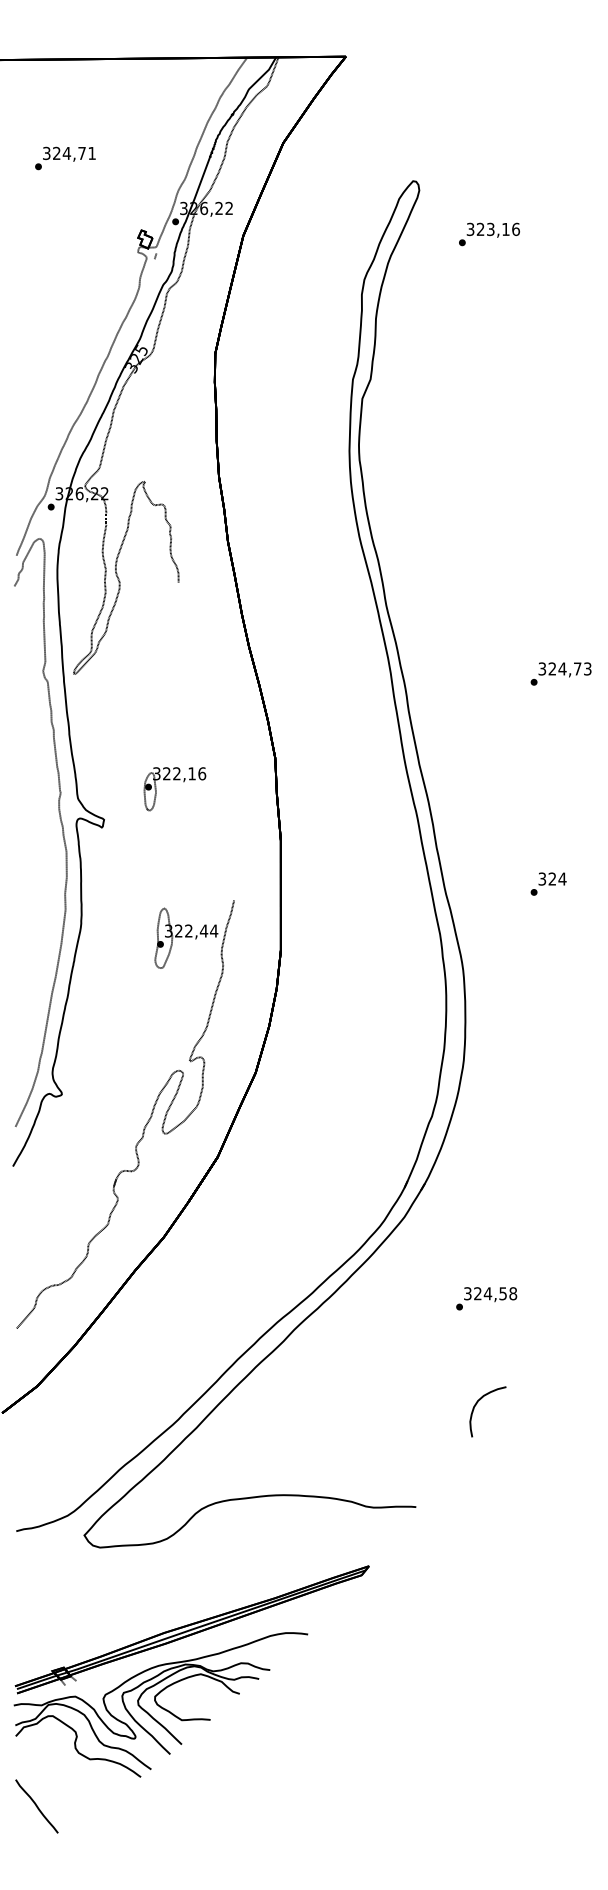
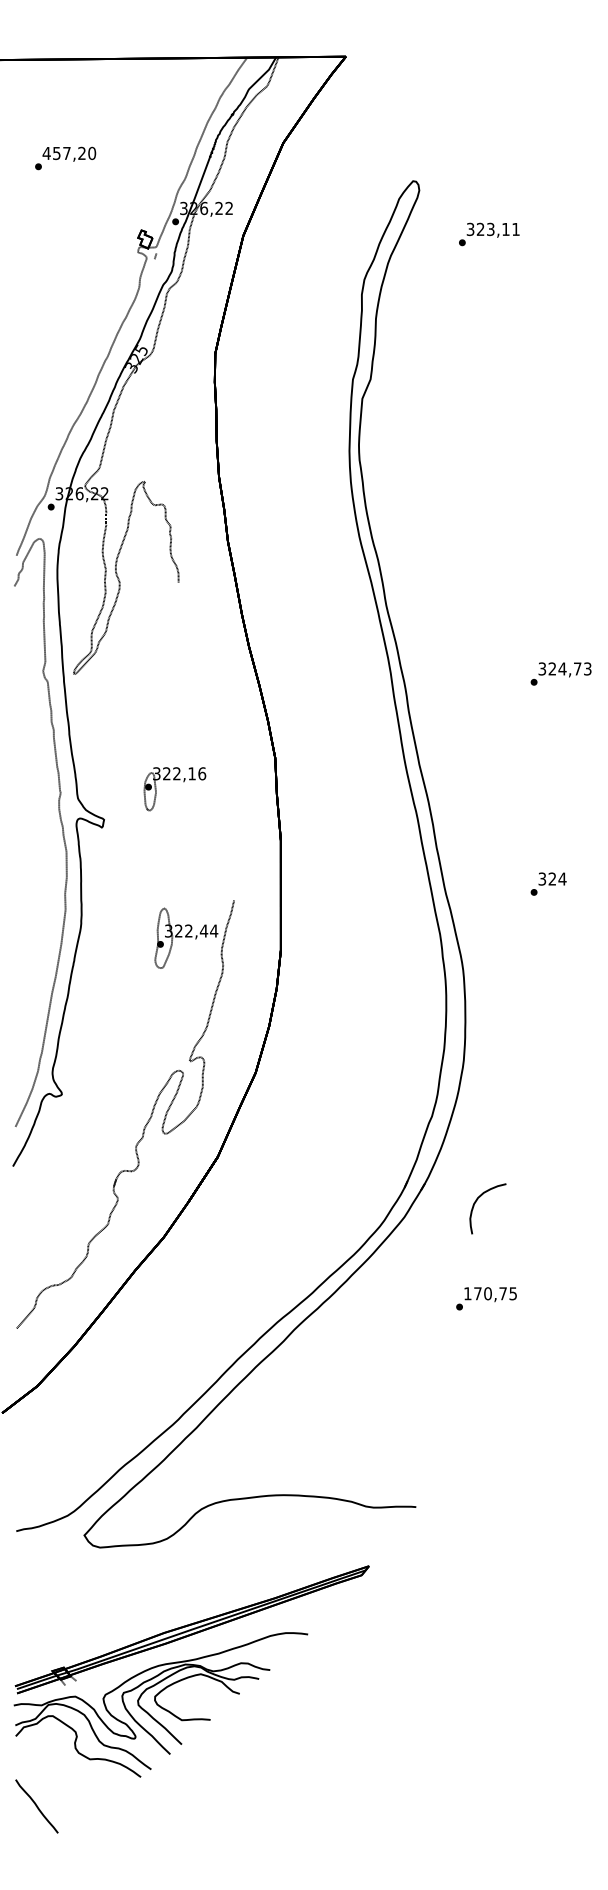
text at (69, 153): 324,71 -> 457,20
text at (516, 229): 323,16 -> 323,11
text at (490, 1293): 324,58 -> 170,75
curve at (476, 1405) position: (476, 1405) -> (476, 1202)
